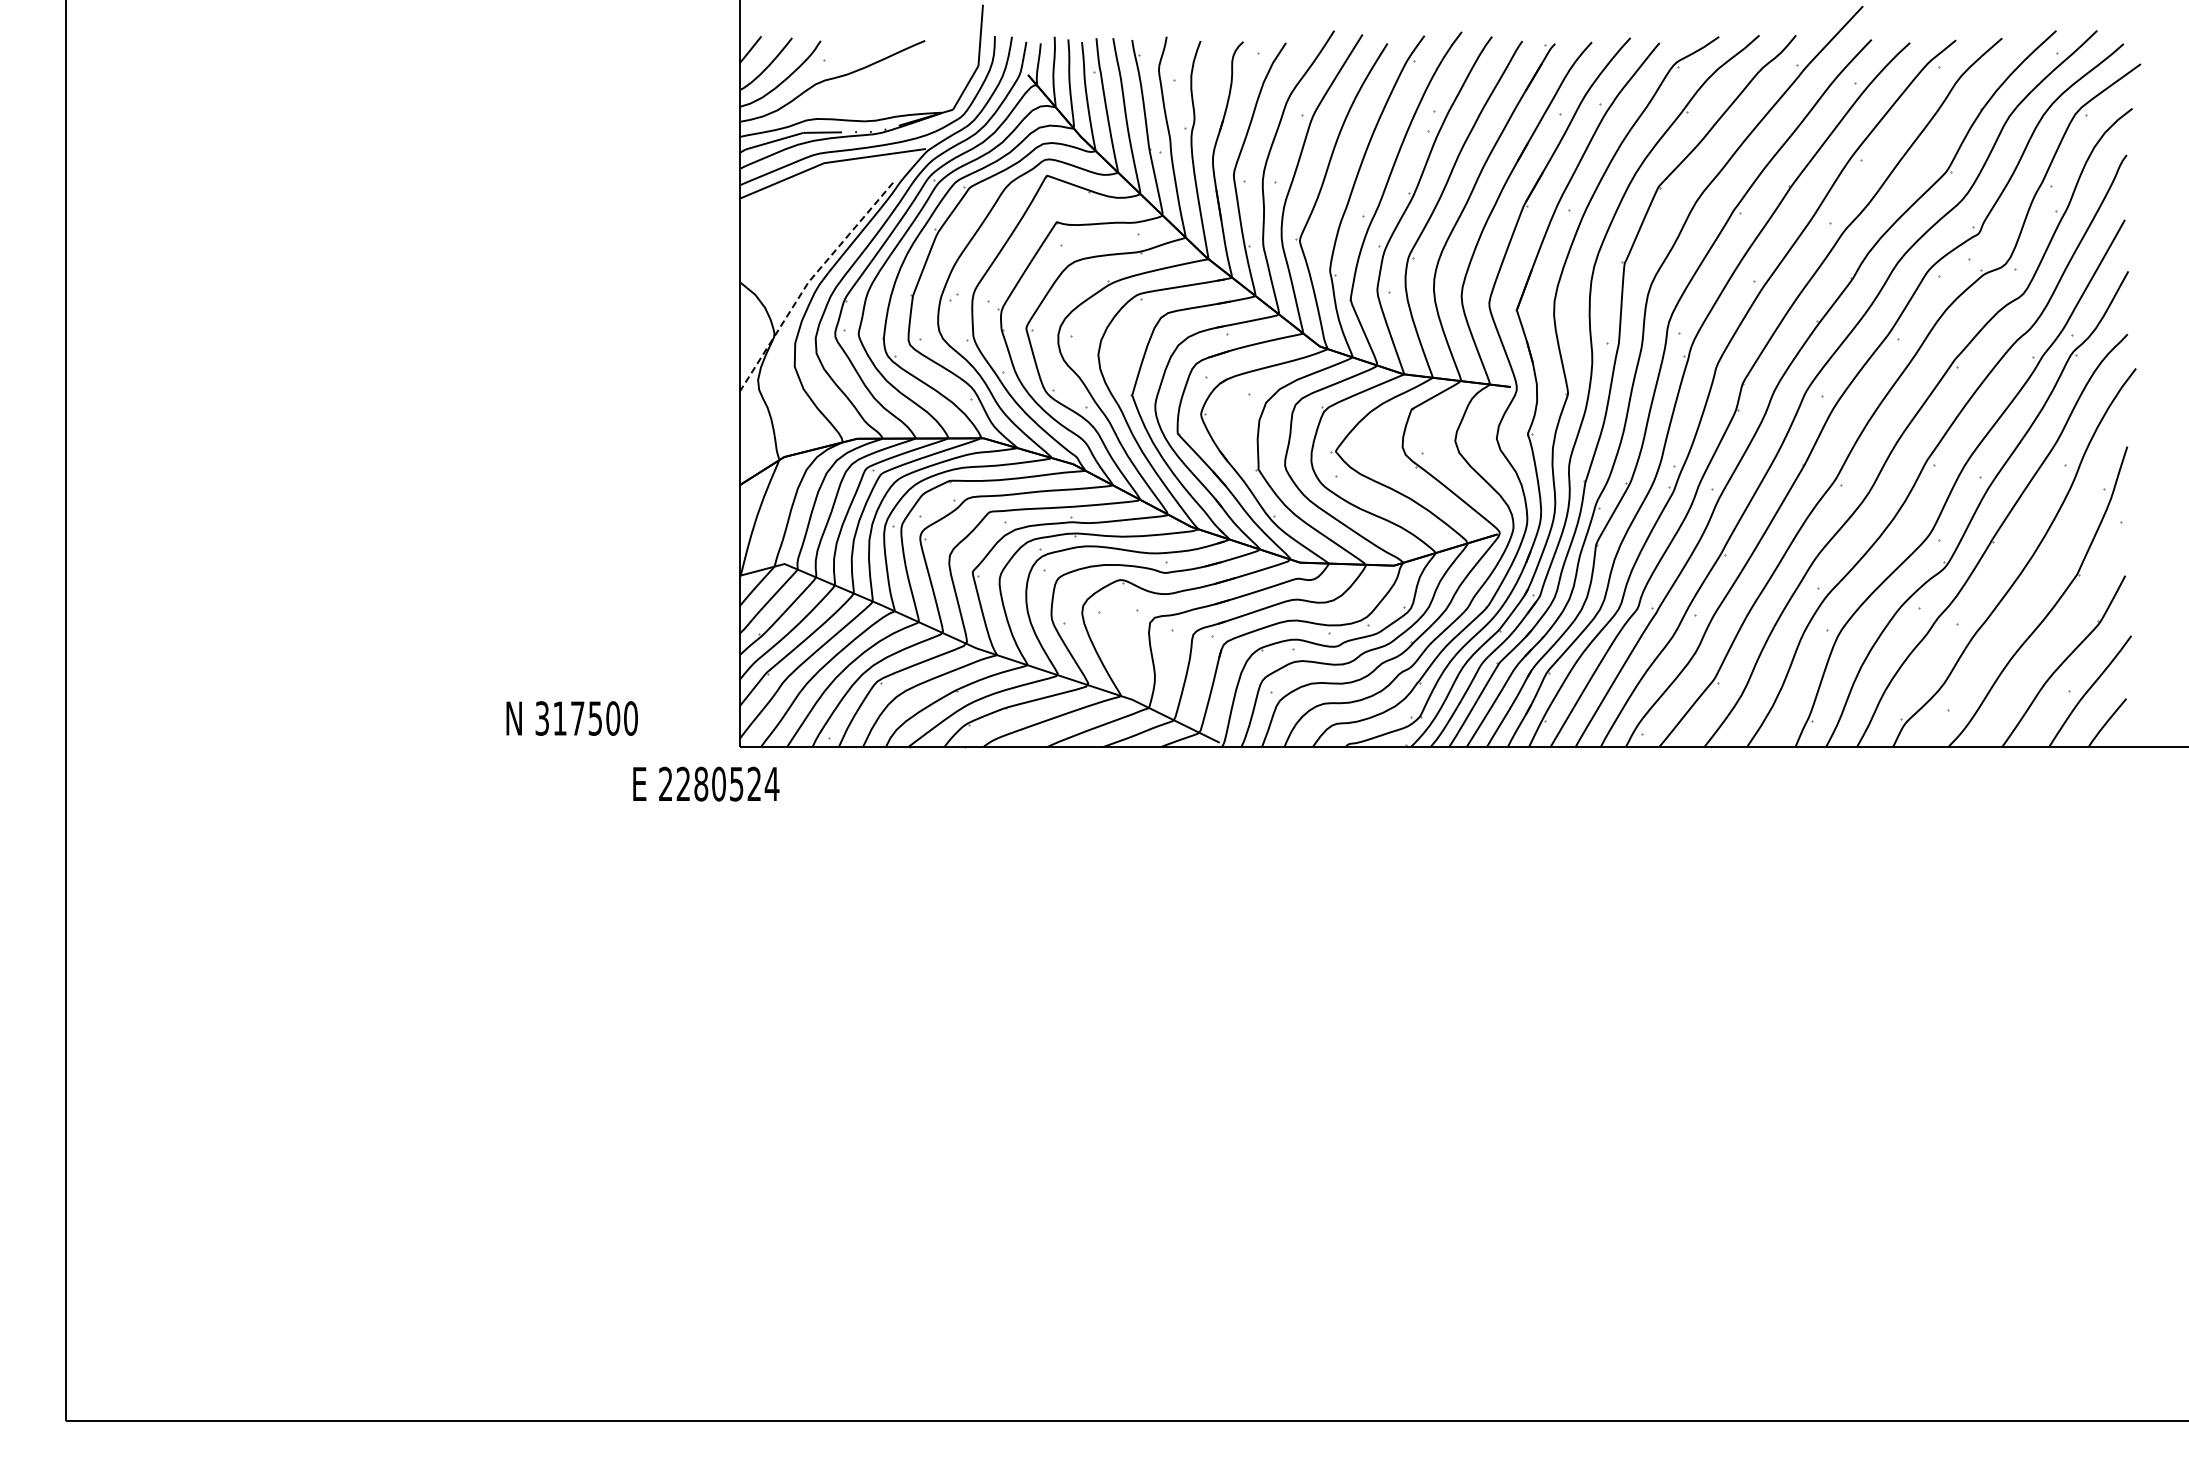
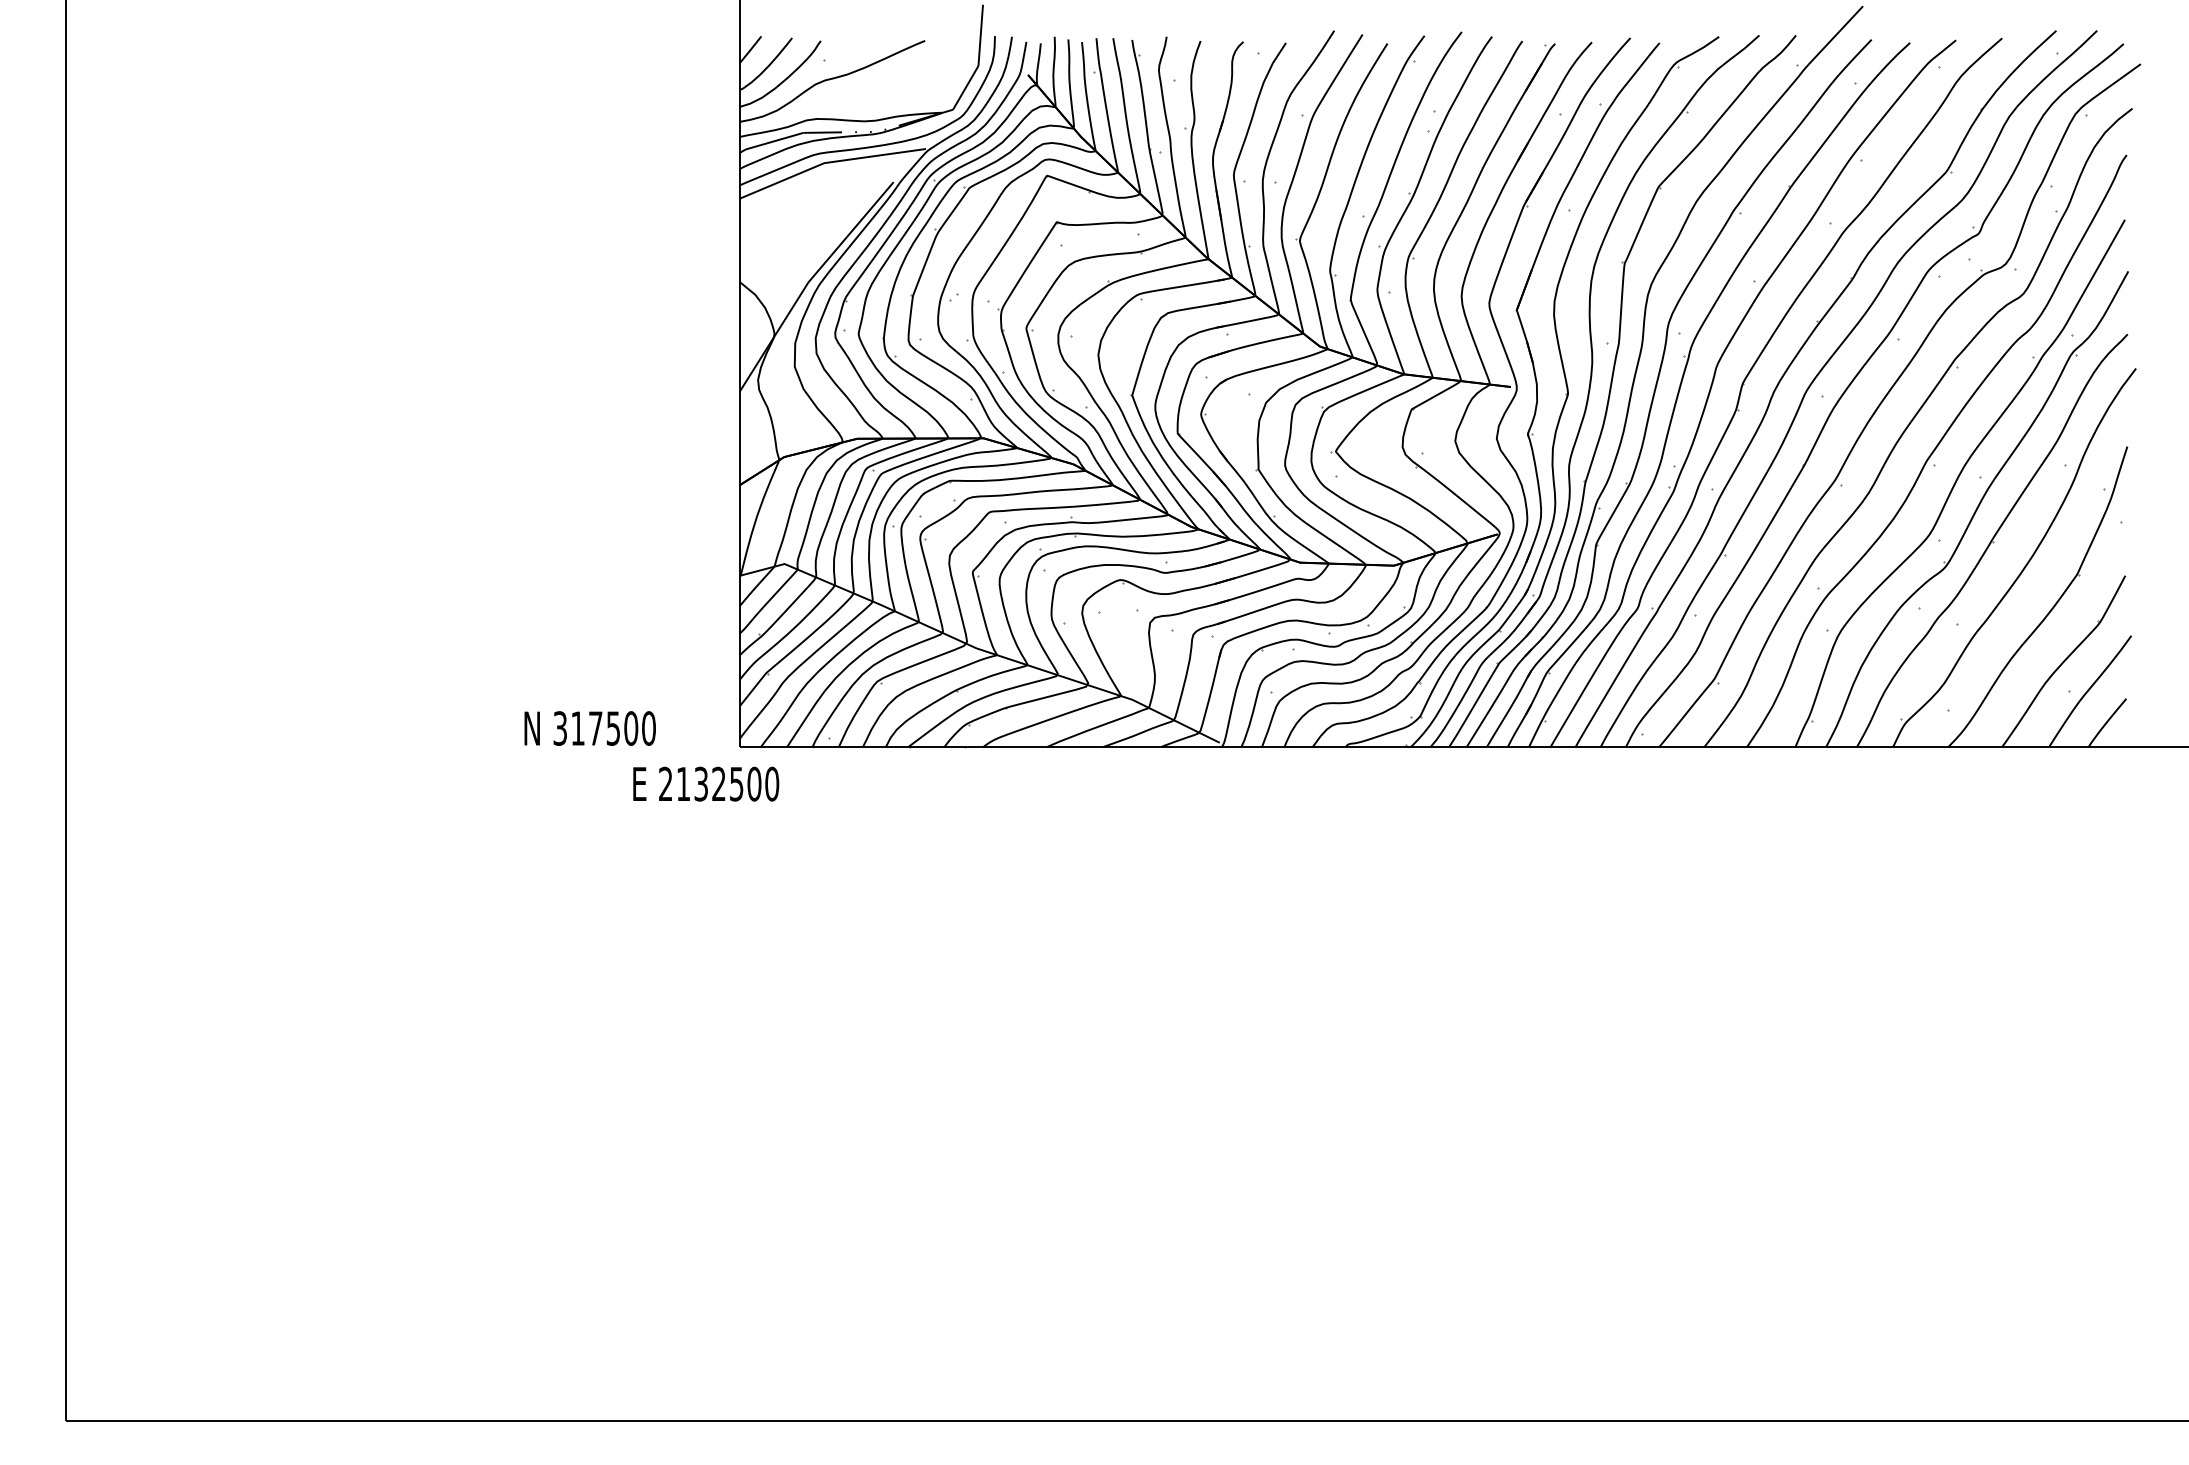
line at (809, 281): dashed -> solid
text at (571, 718) position: (571, 718) -> (589, 728)
text at (727, 783): 2280524 -> 2132500
